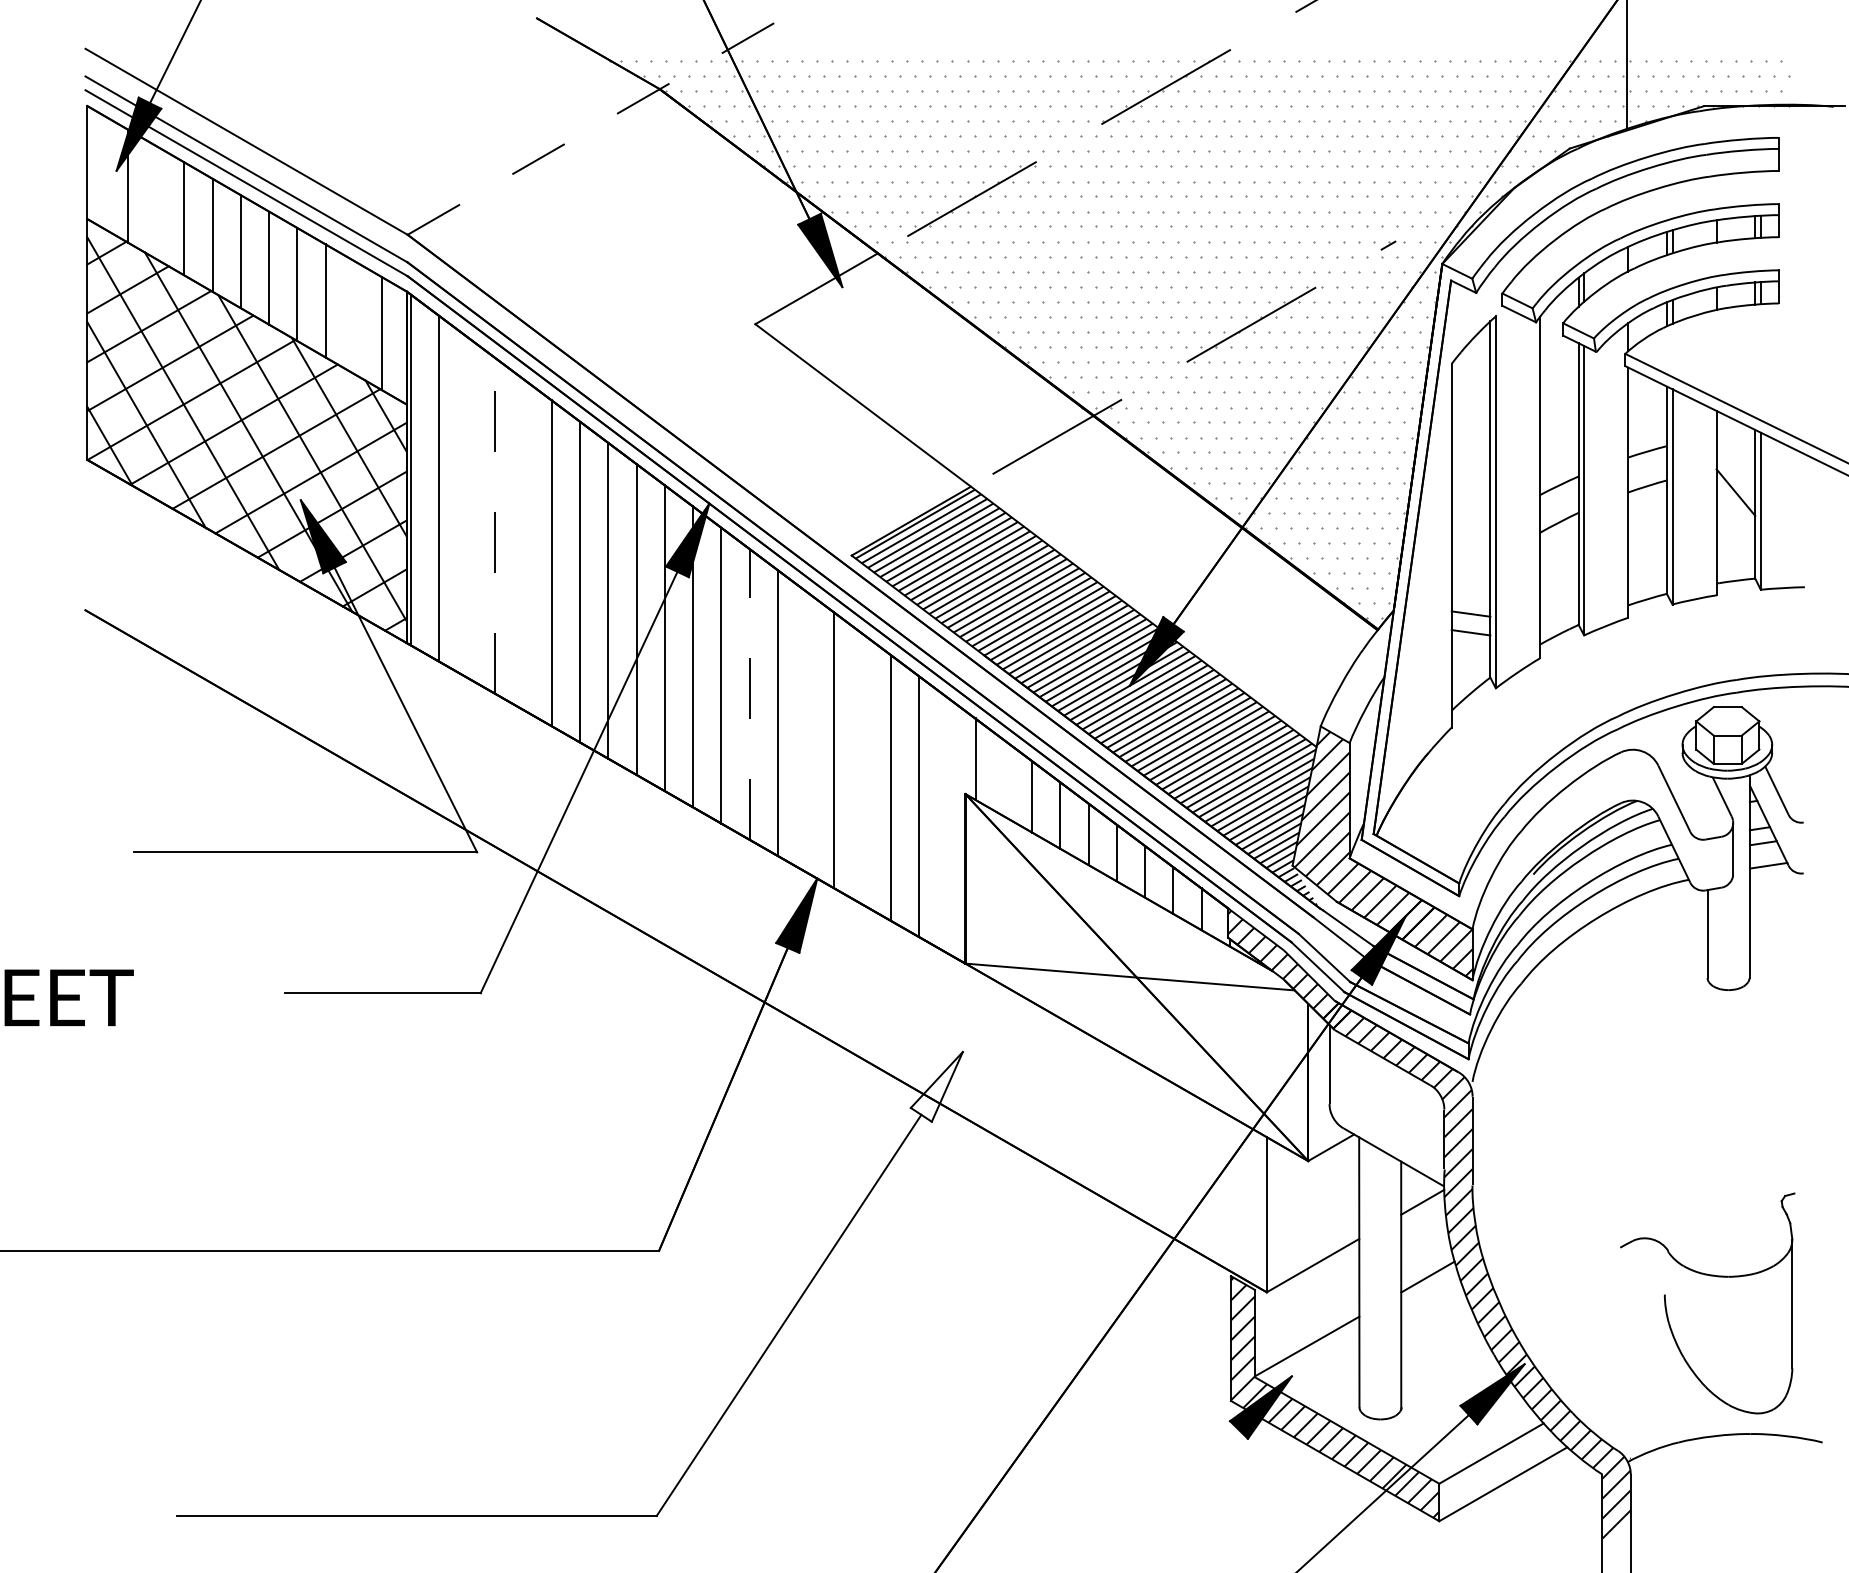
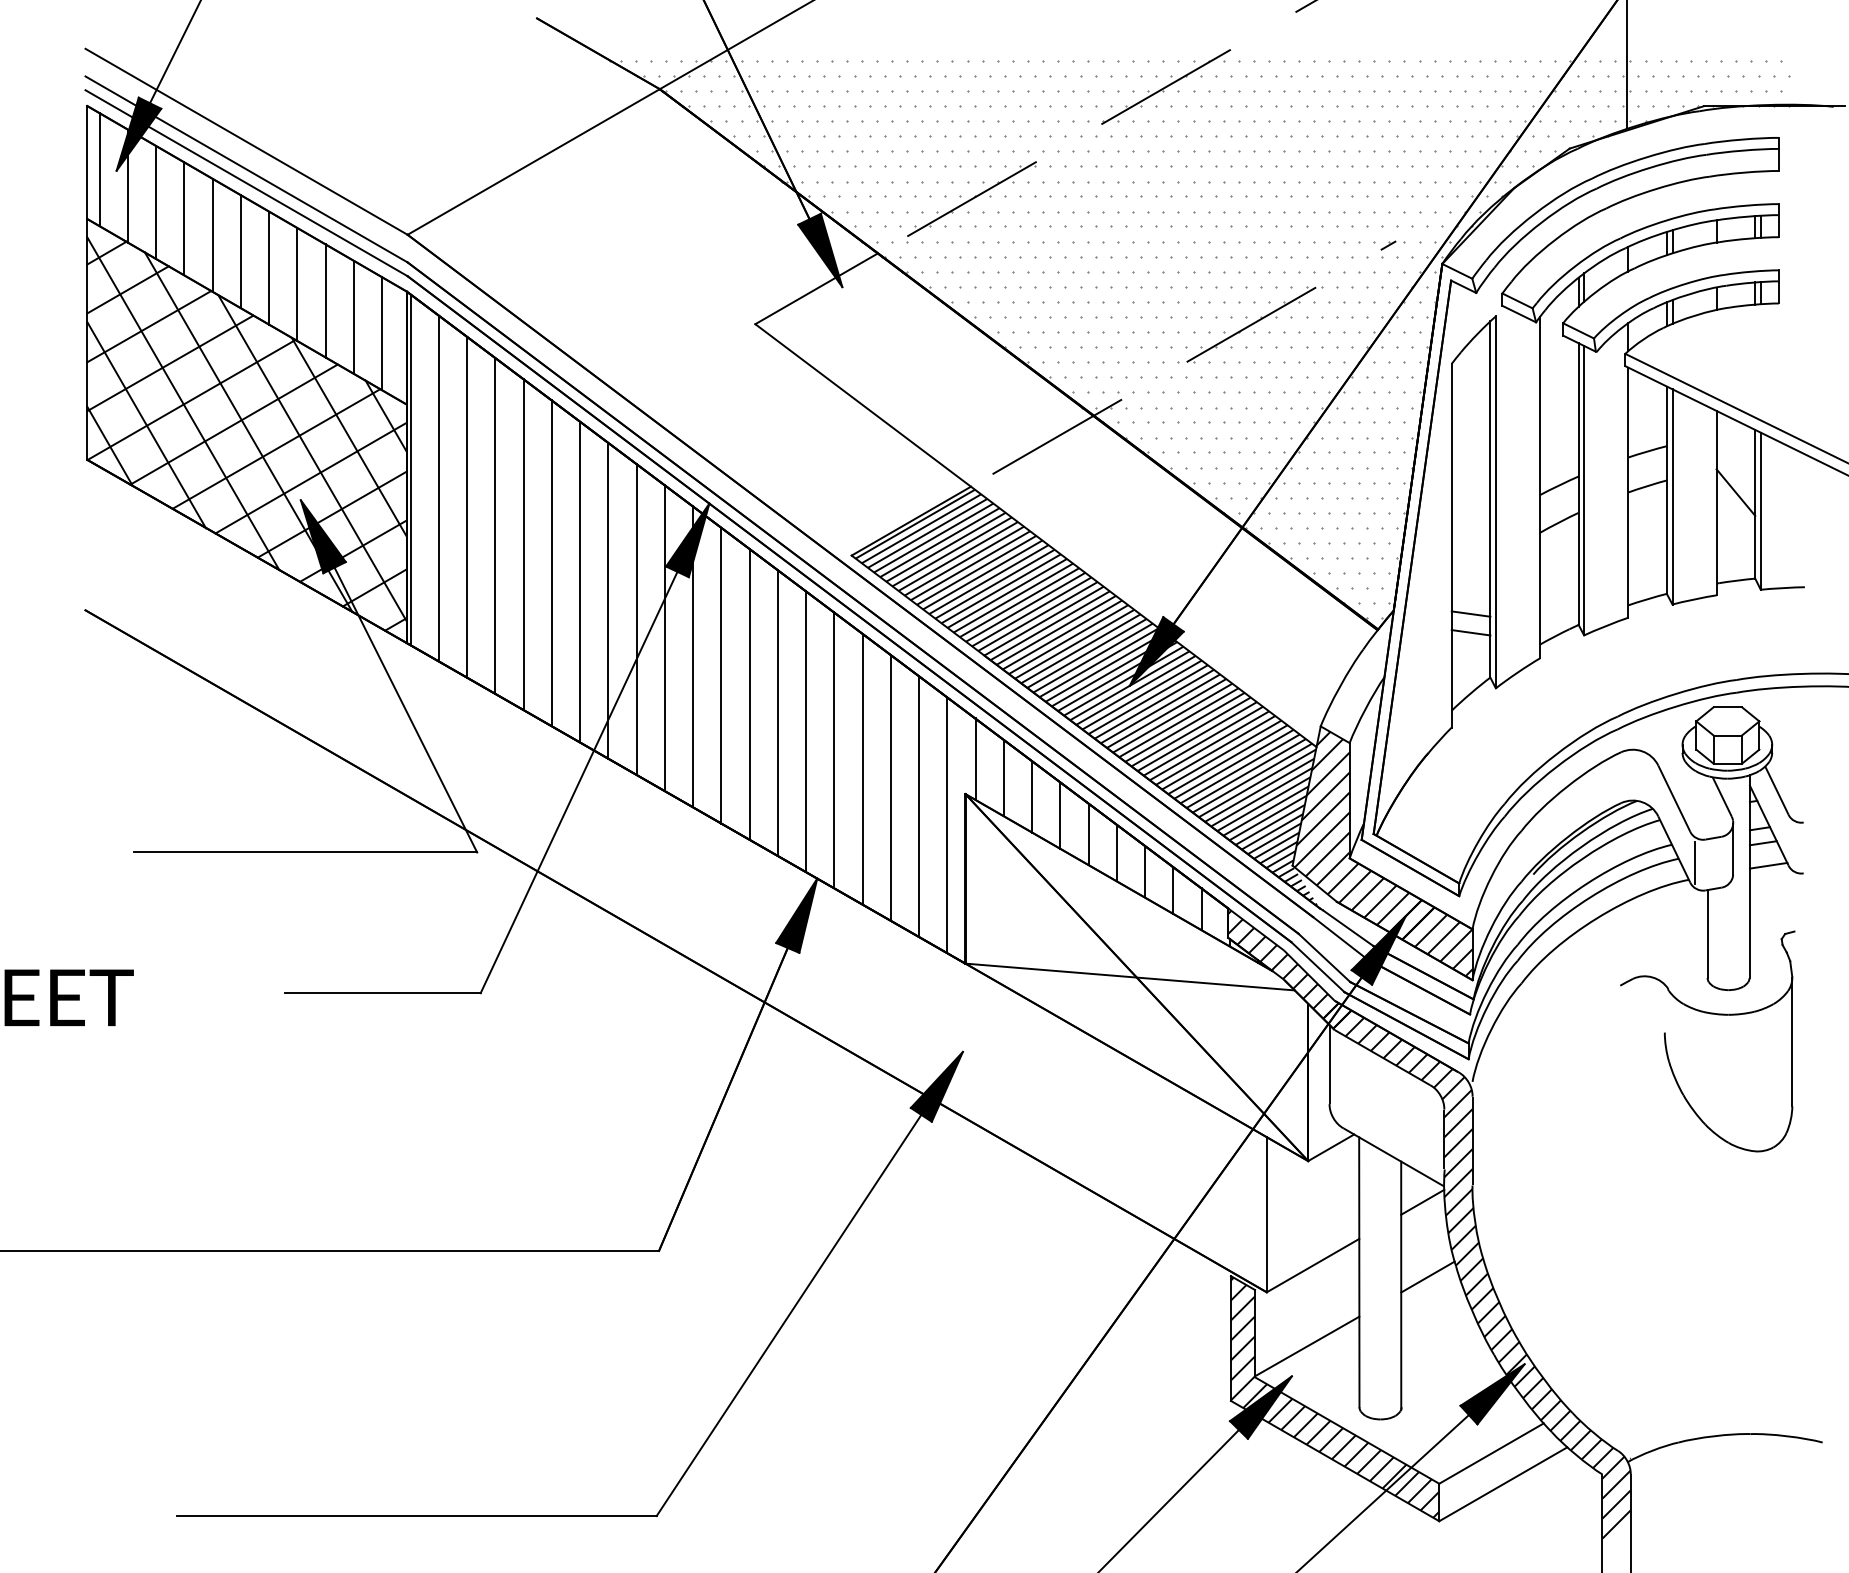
line at (611, 117): dashed -> solid
line at (99, 169): none -> present
line at (156, 202): none -> present
line at (354, 316): none -> present
line at (467, 506): none -> present
line at (495, 525): dashed -> solid
line at (523, 544): none -> present
line at (749, 693): dashed -> solid
line at (806, 731): none -> present
line at (862, 768): none -> present
line at (1003, 778): none -> present
line at (947, 825): none -> present
line at (1695, 862): none -> present
fill at (936, 1086): none -> present
part at (1710, 1276) position: (1710, 1276) -> (1710, 1014)
line at (1169, 1499): none -> present
